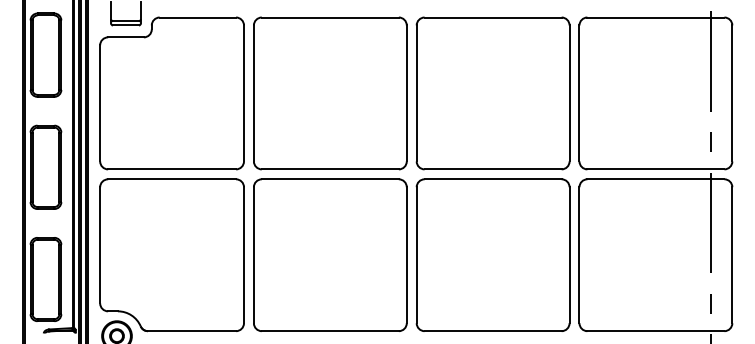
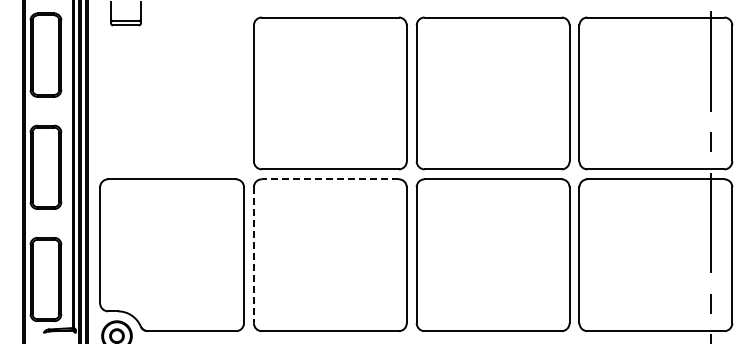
part at (171, 93): present -> none
line at (329, 179): solid -> dashed
line at (253, 255): solid -> dashed
